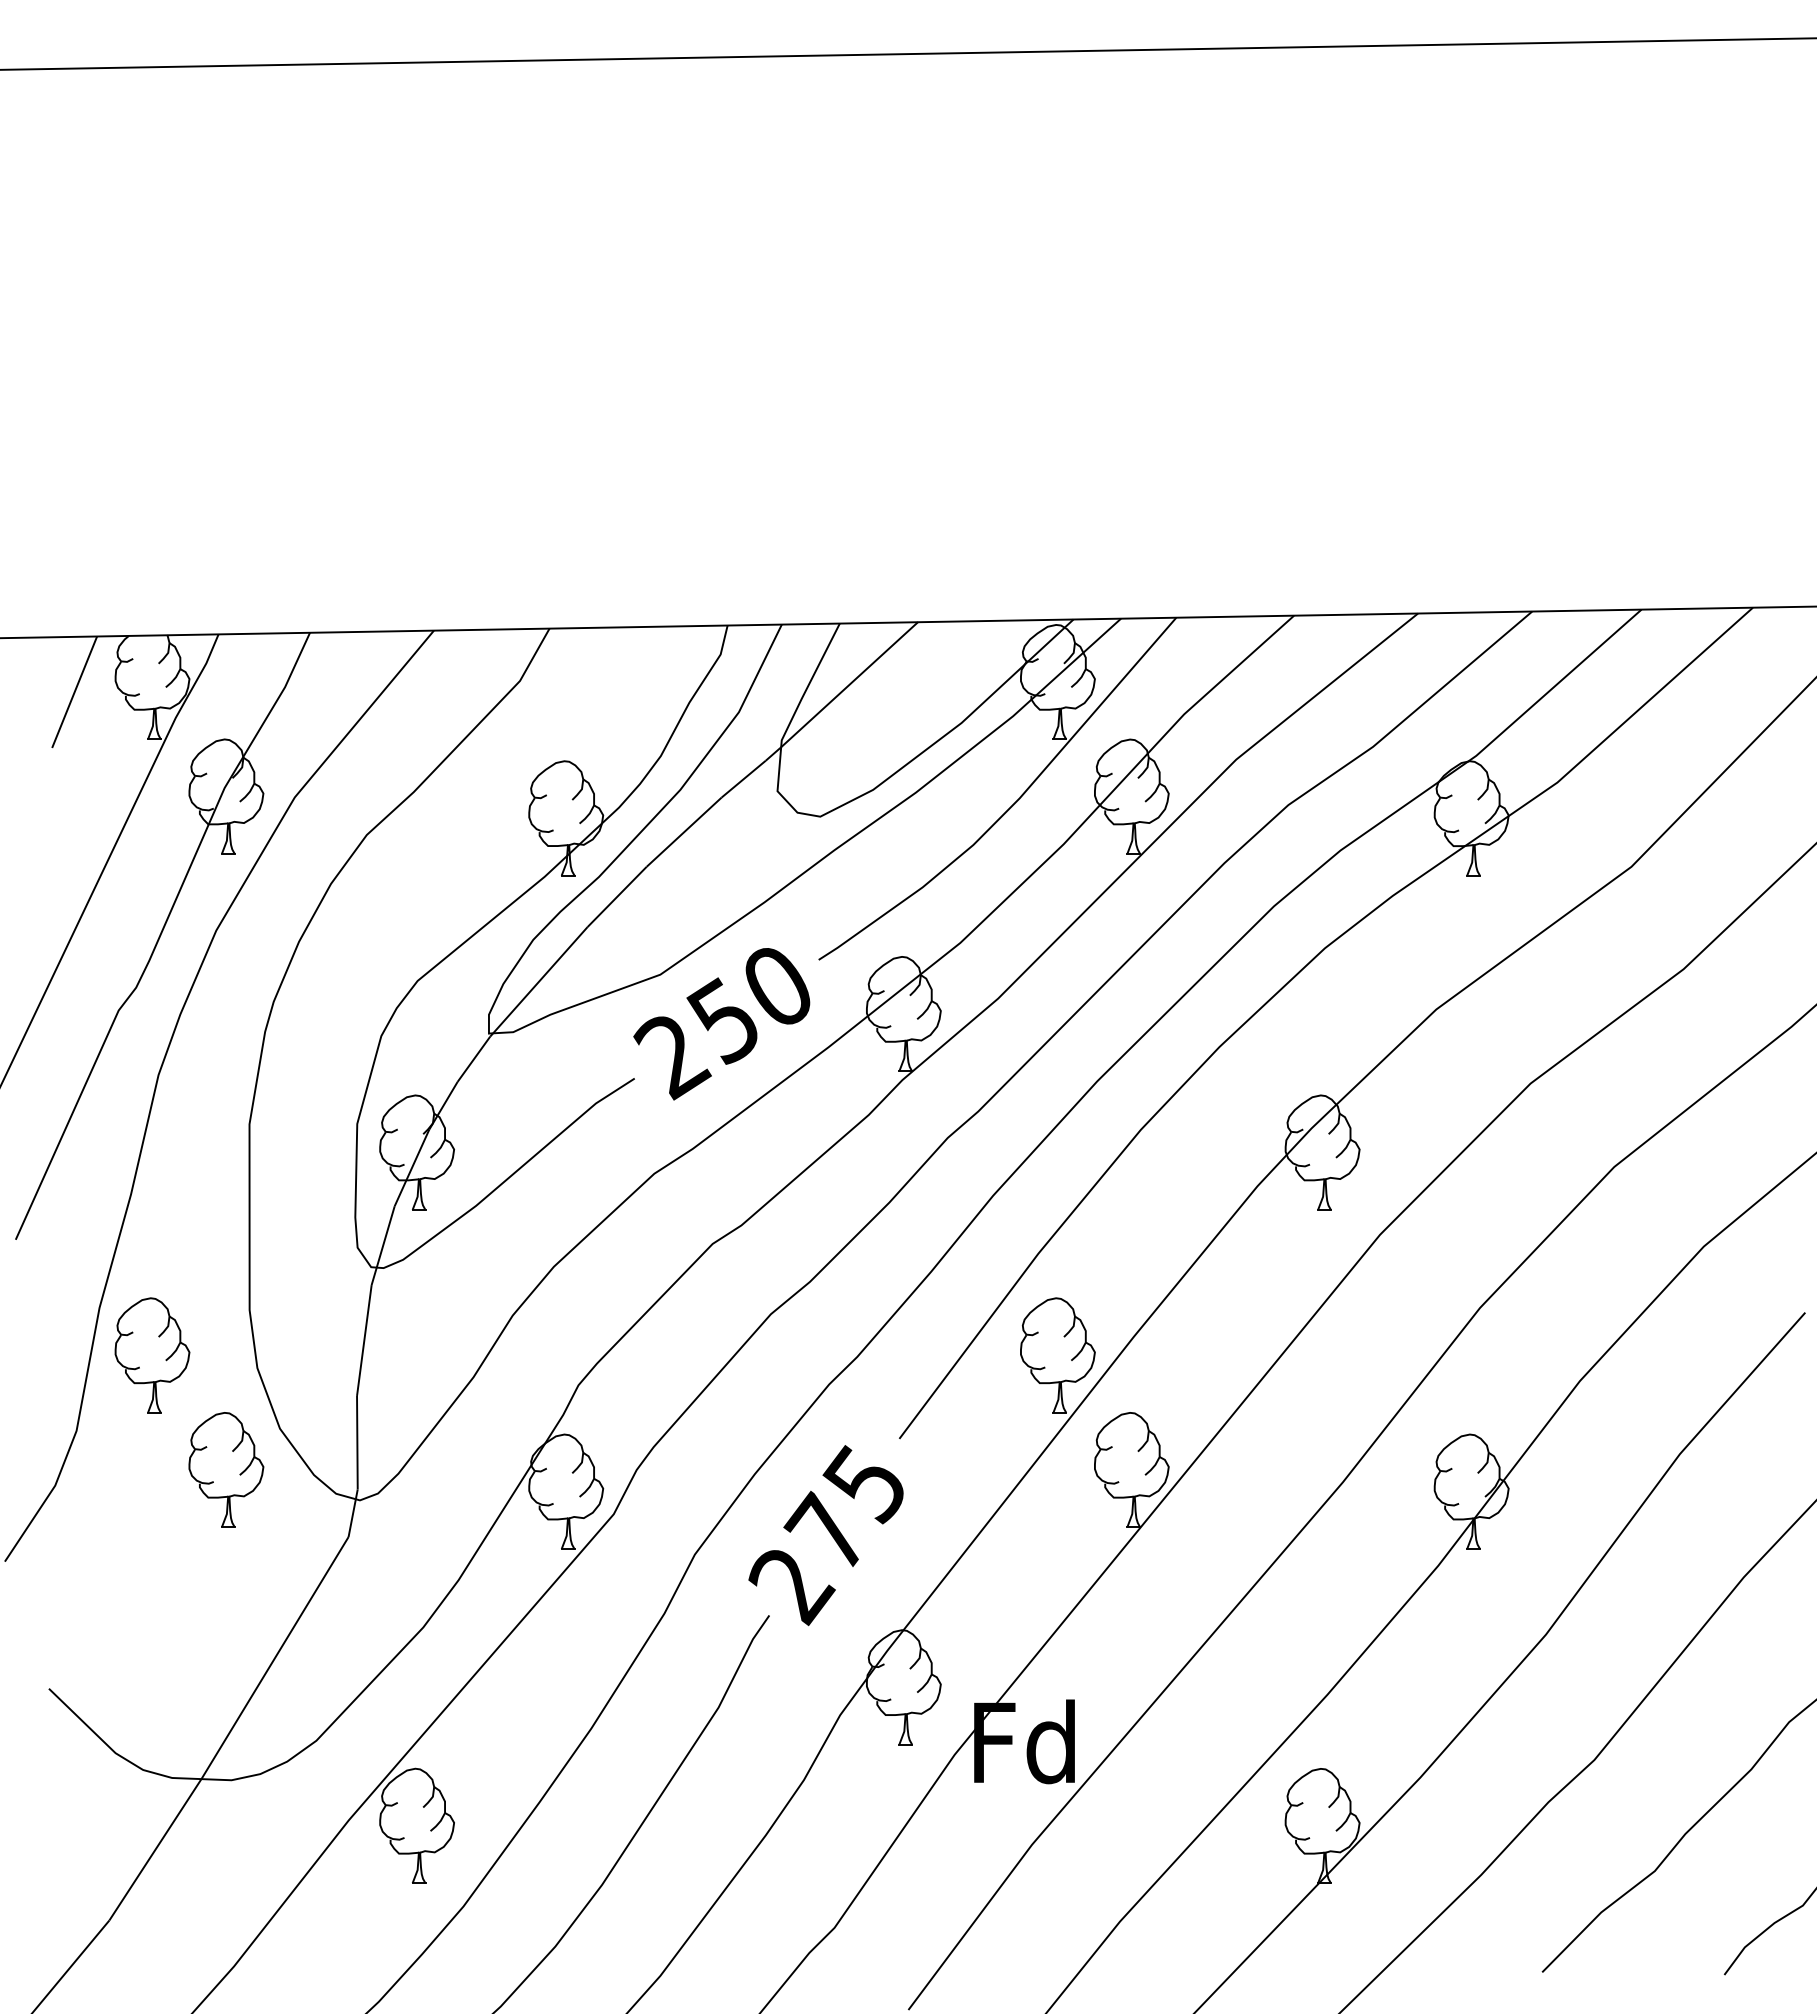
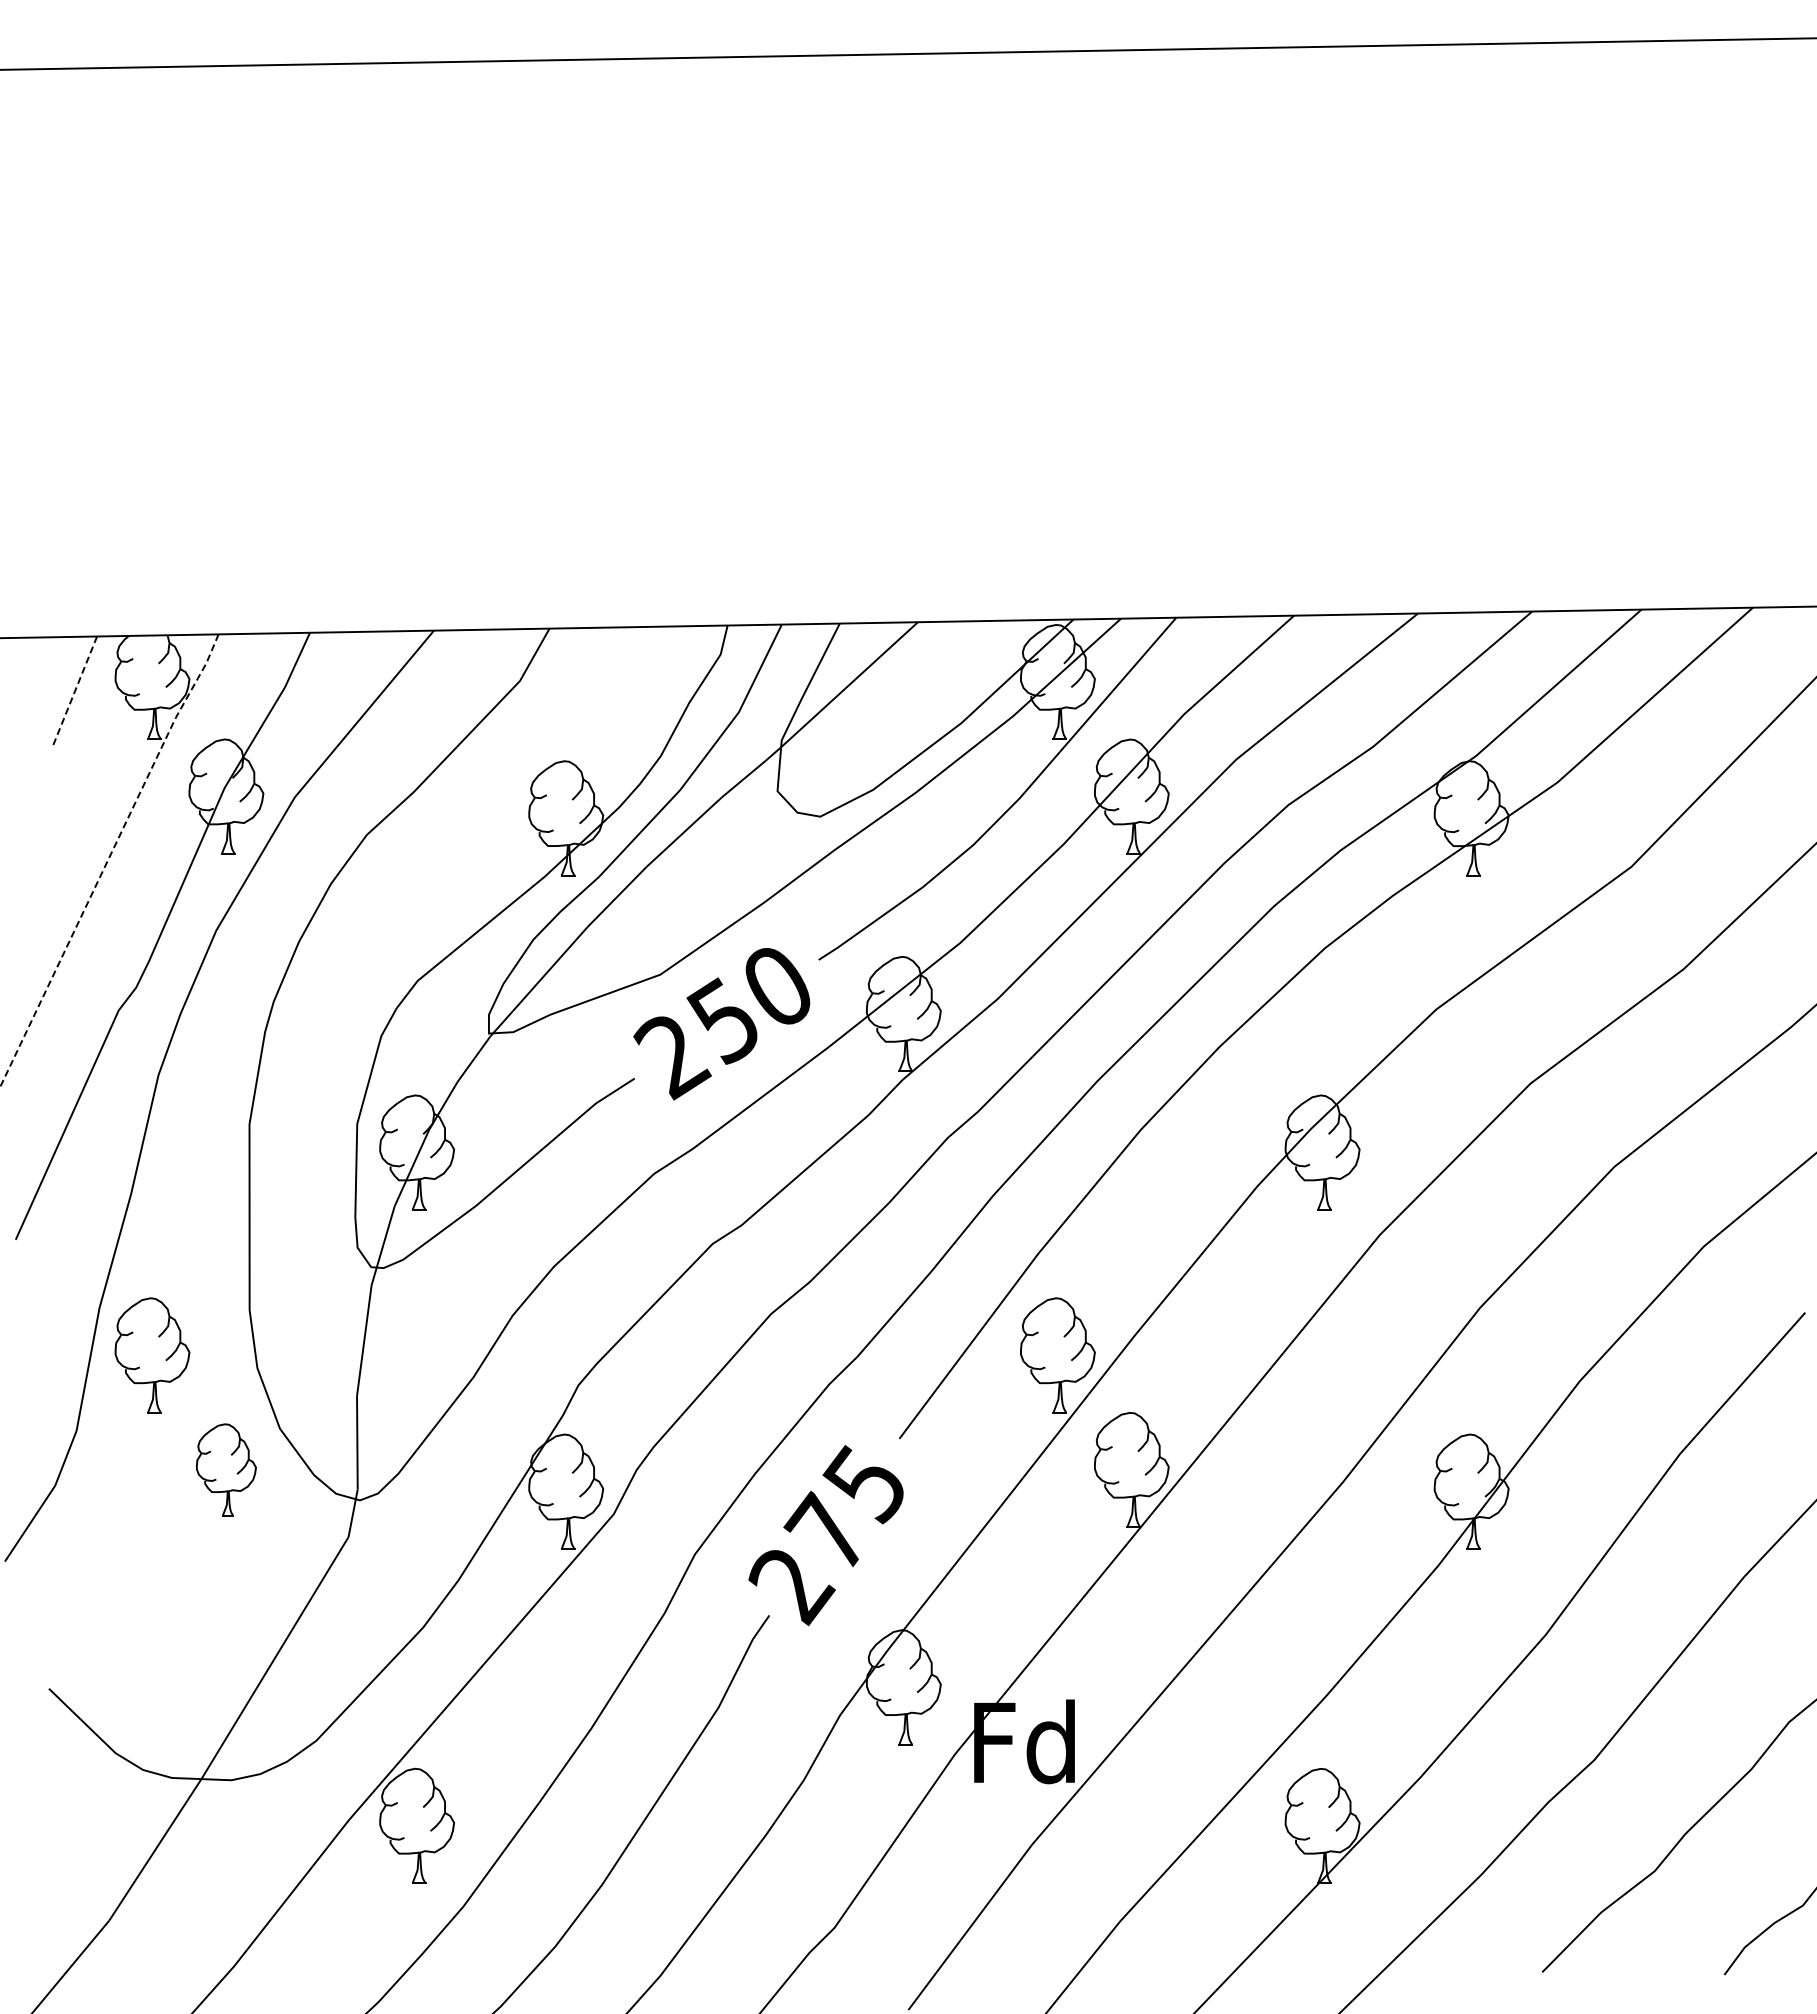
line at (74, 692): solid -> dashed
line at (108, 858): solid -> dashed
part at (226, 1469) size: 77x116 px -> 61x94 px
